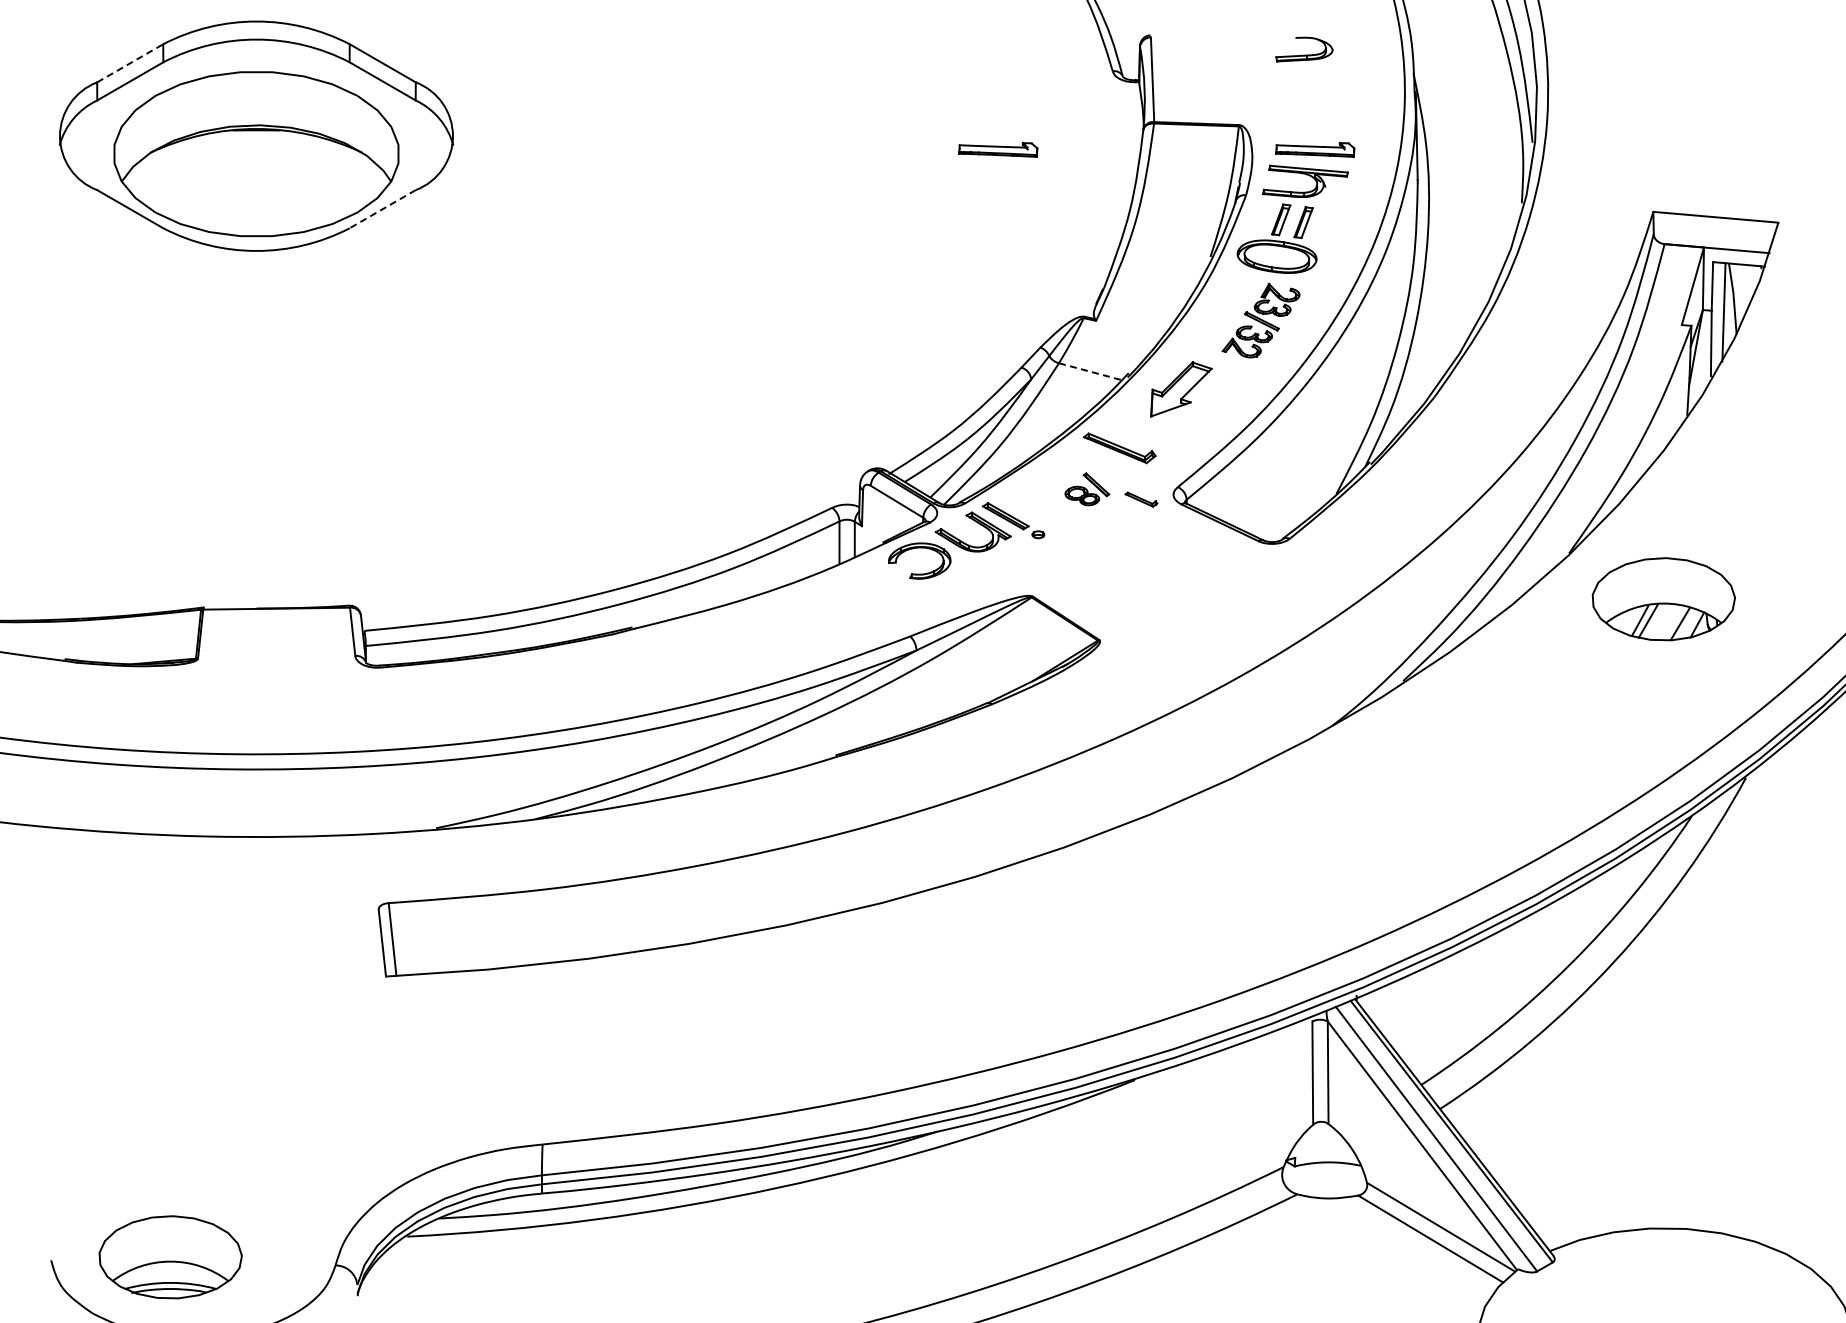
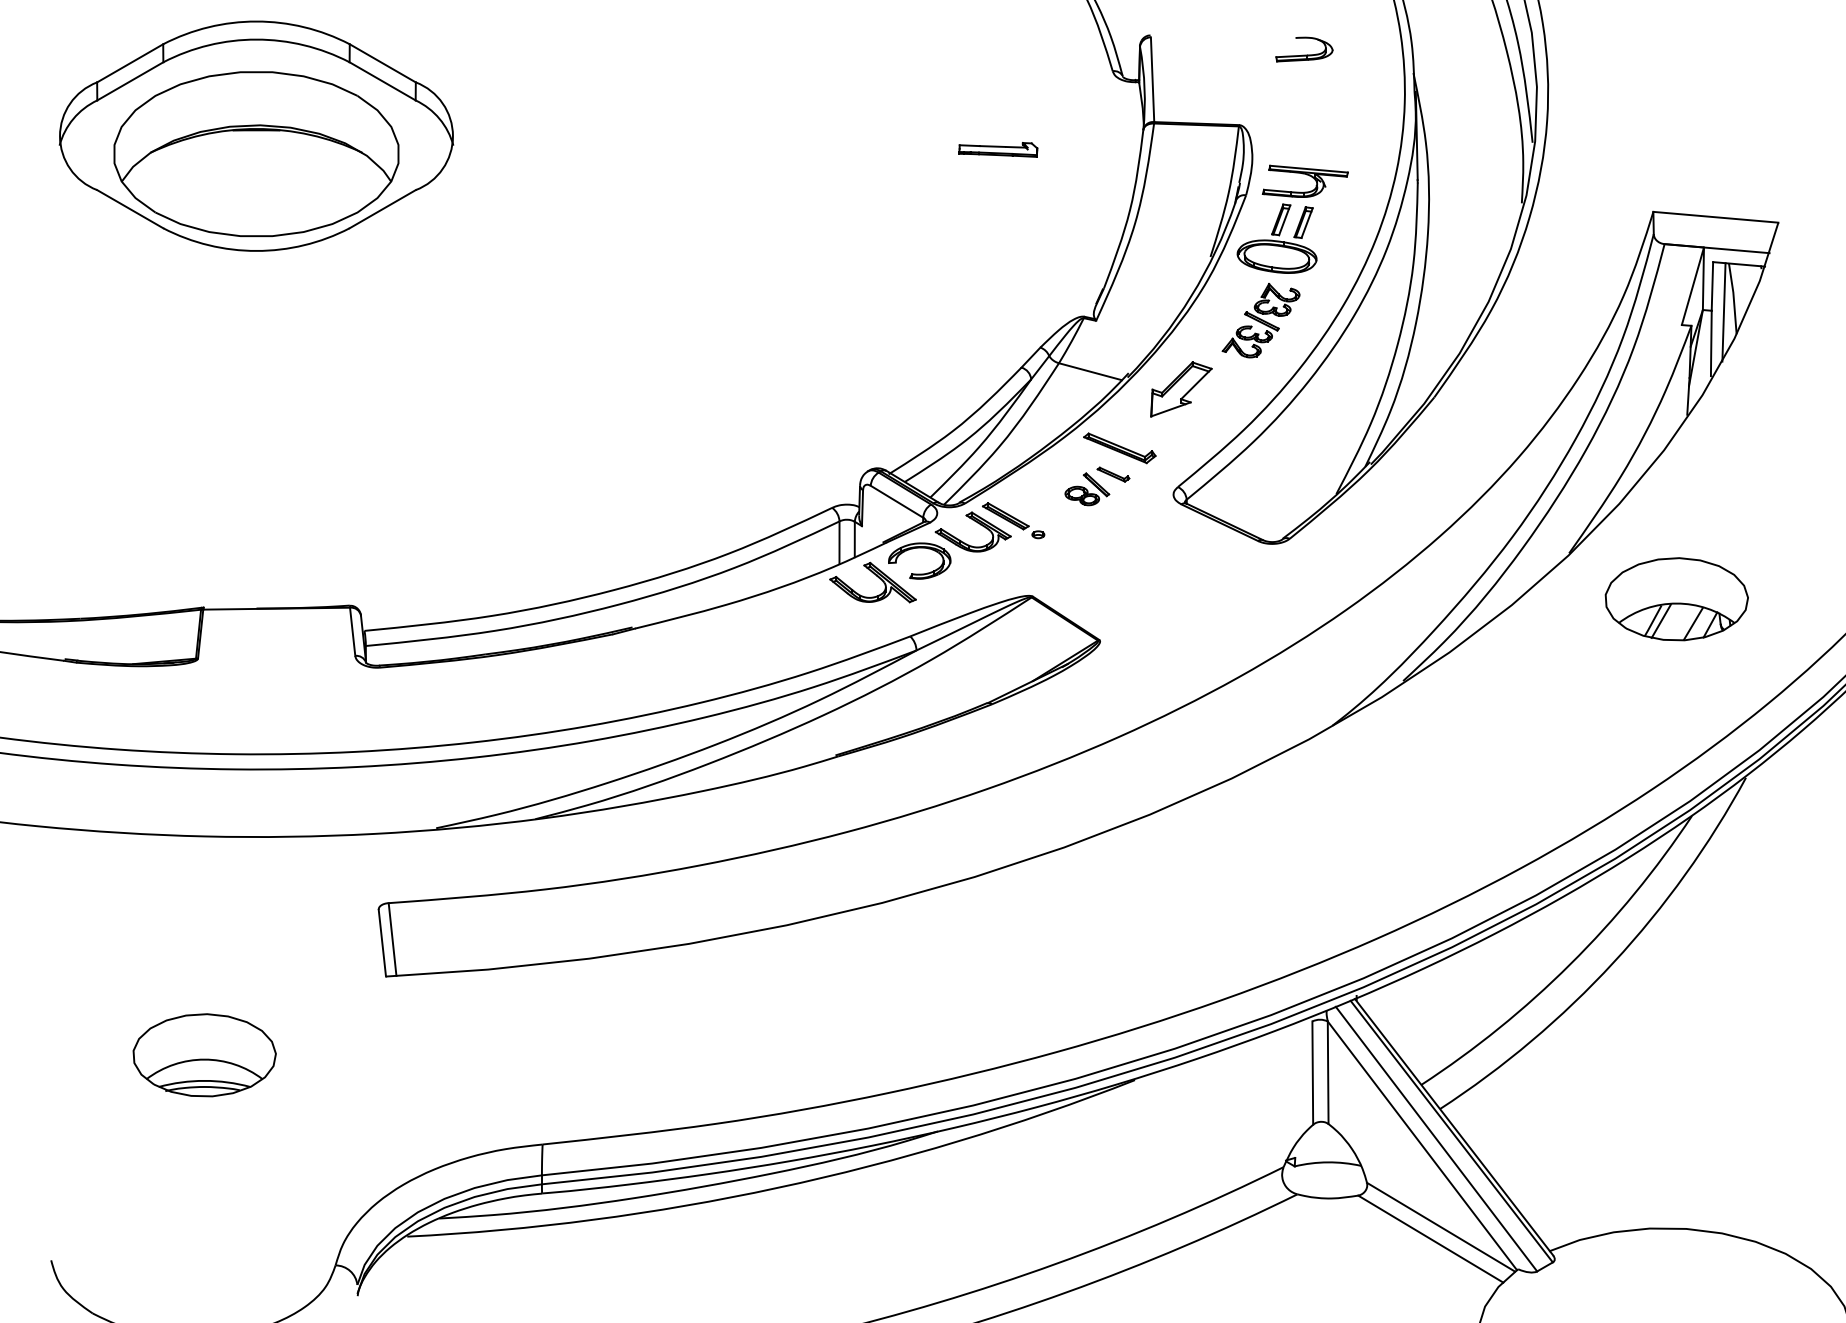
line at (130, 63): dashed -> solid
part at (1315, 149): present -> none
line at (382, 209): dashed -> solid
line at (1090, 371): dashed -> solid
part at (1141, 499) position: (1141, 499) -> (1113, 474)
part at (877, 577): none -> present
part at (1663, 599) position: (1663, 599) -> (1676, 599)
part at (170, 1257) position: (170, 1257) -> (204, 1055)
